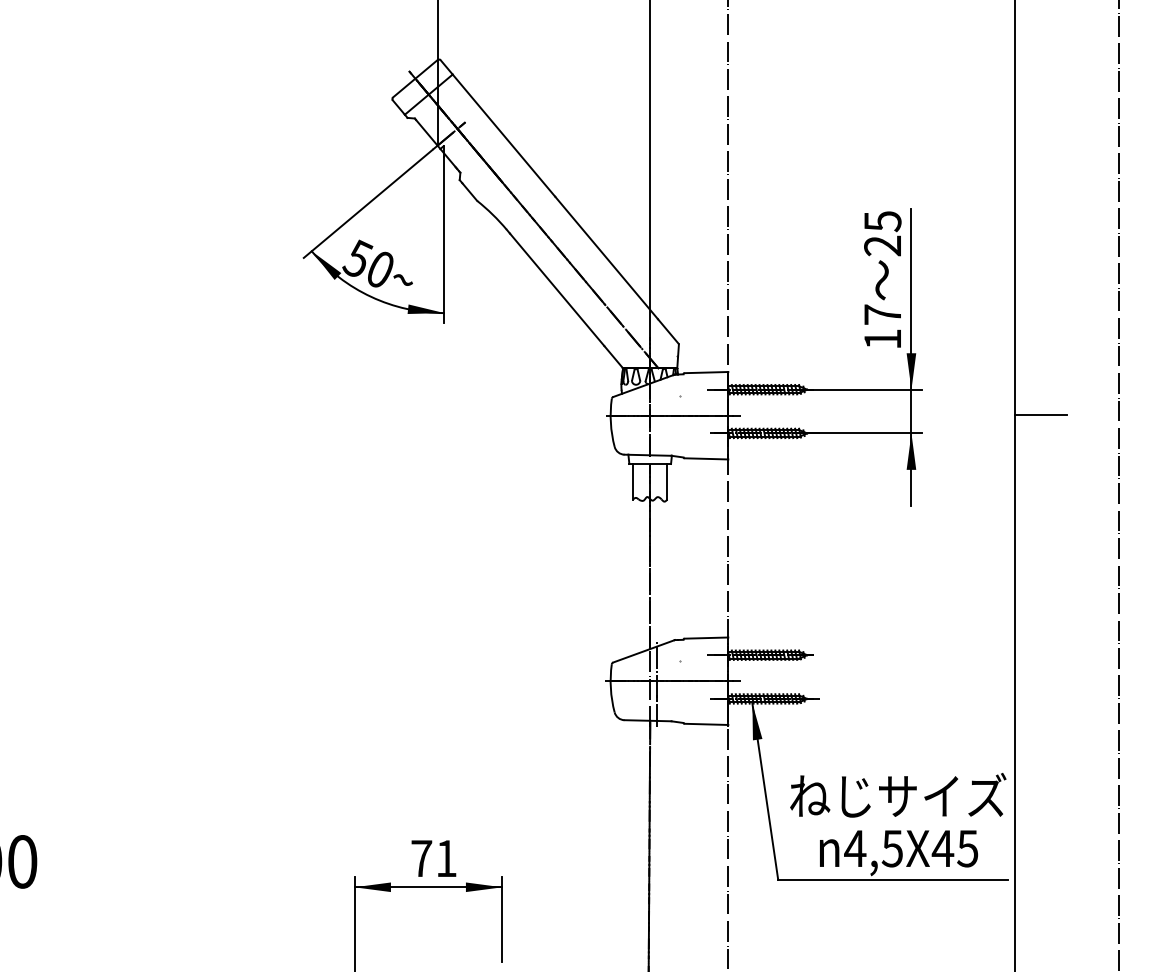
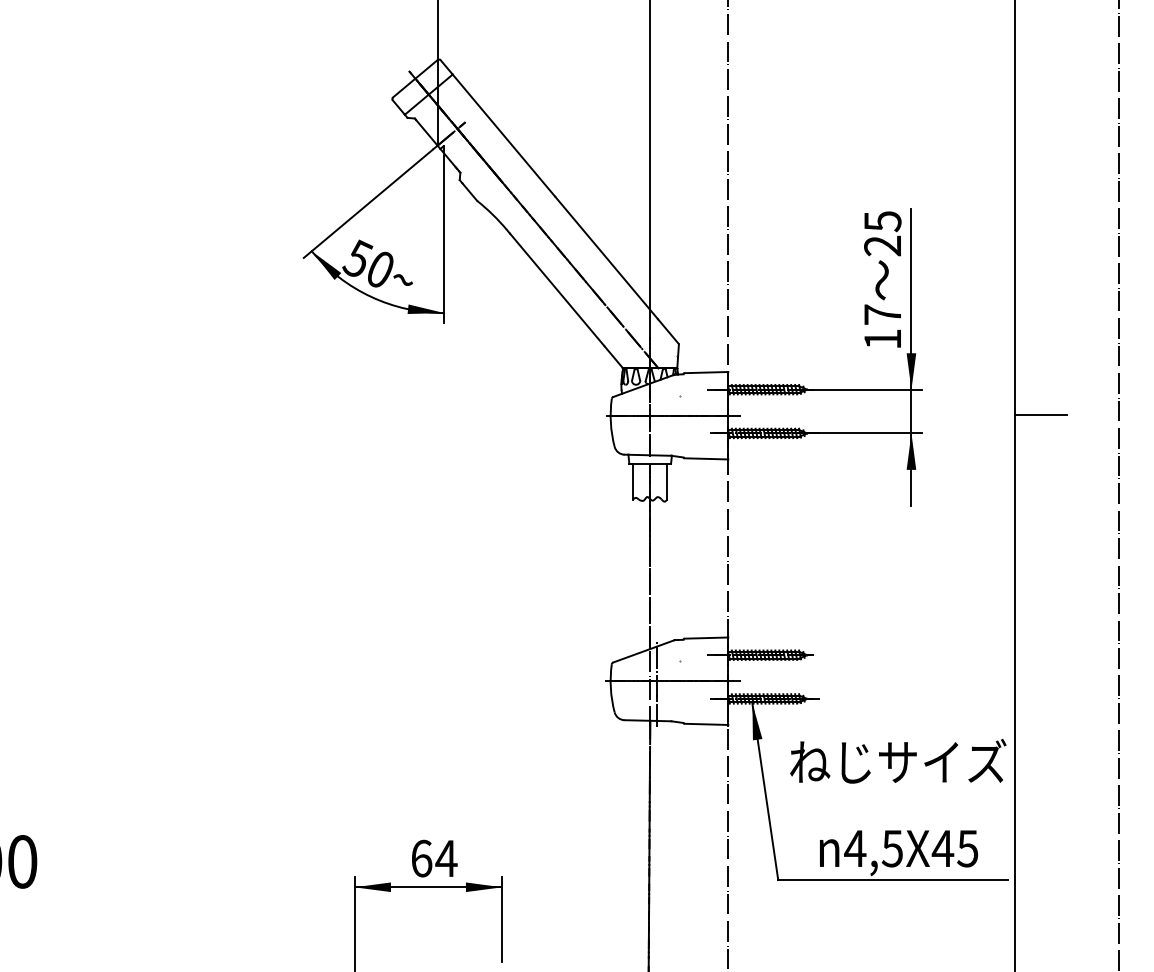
text at (898, 795) position: (898, 795) -> (898, 761)
text at (434, 858): 71 -> 64
